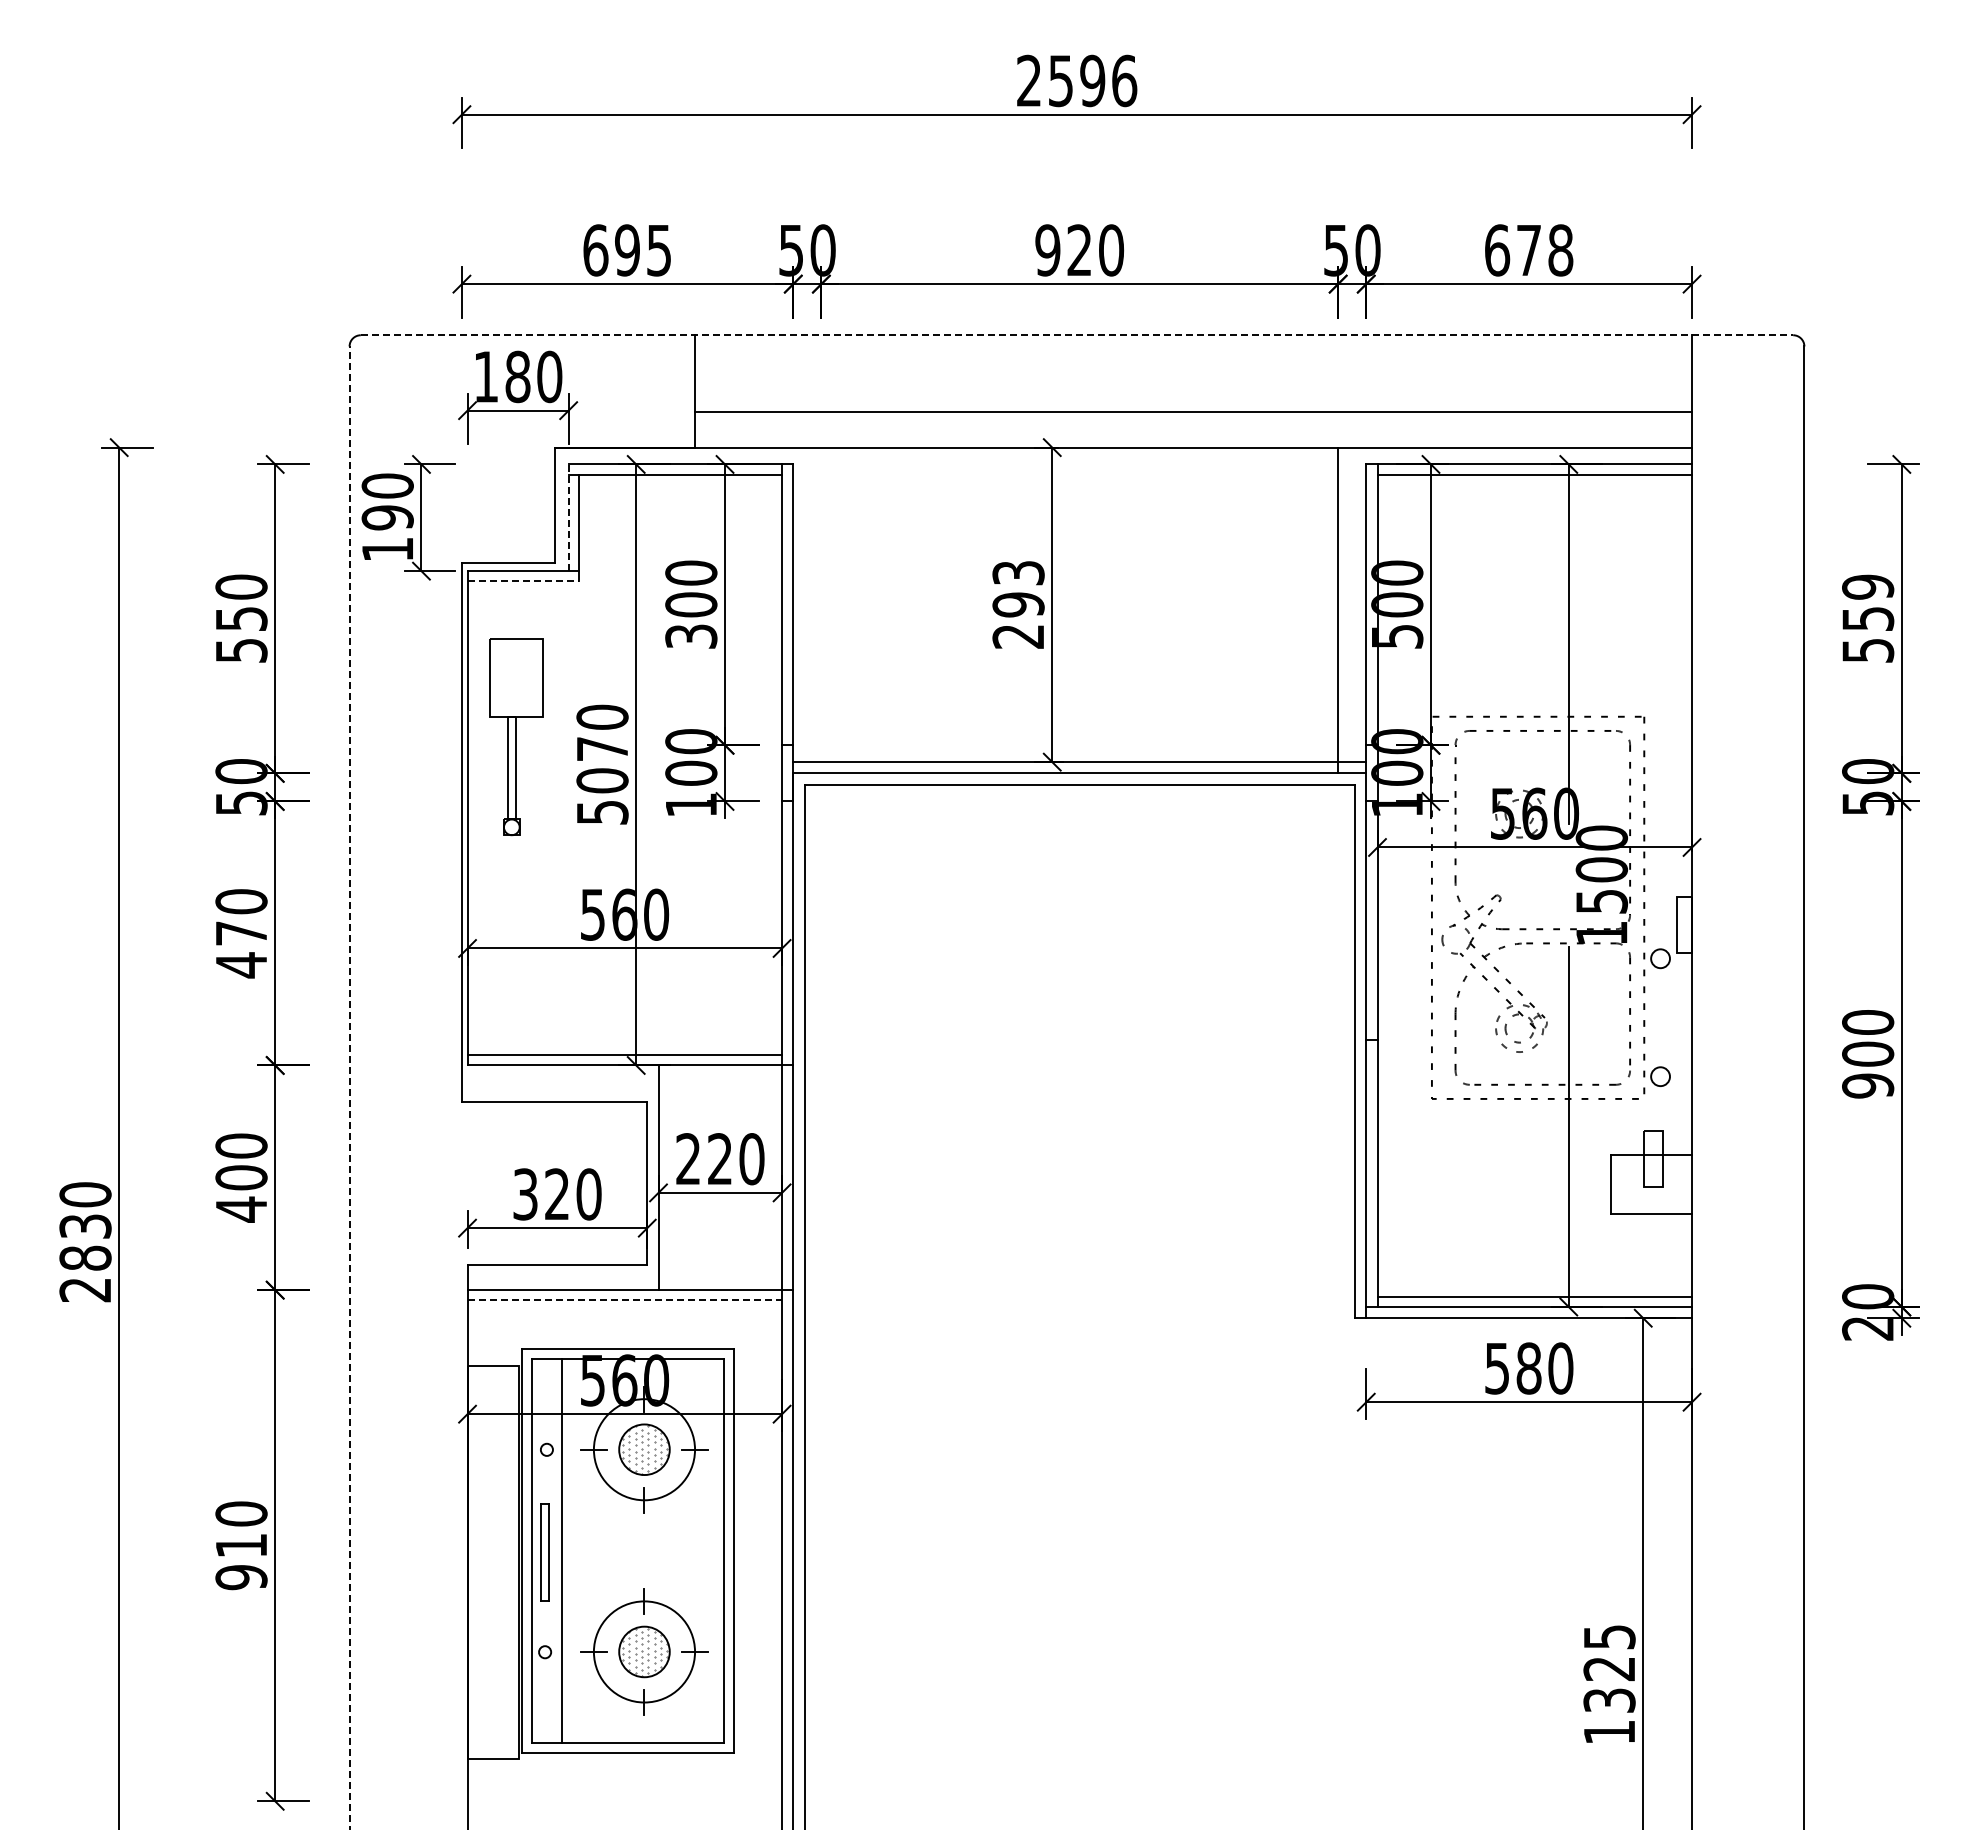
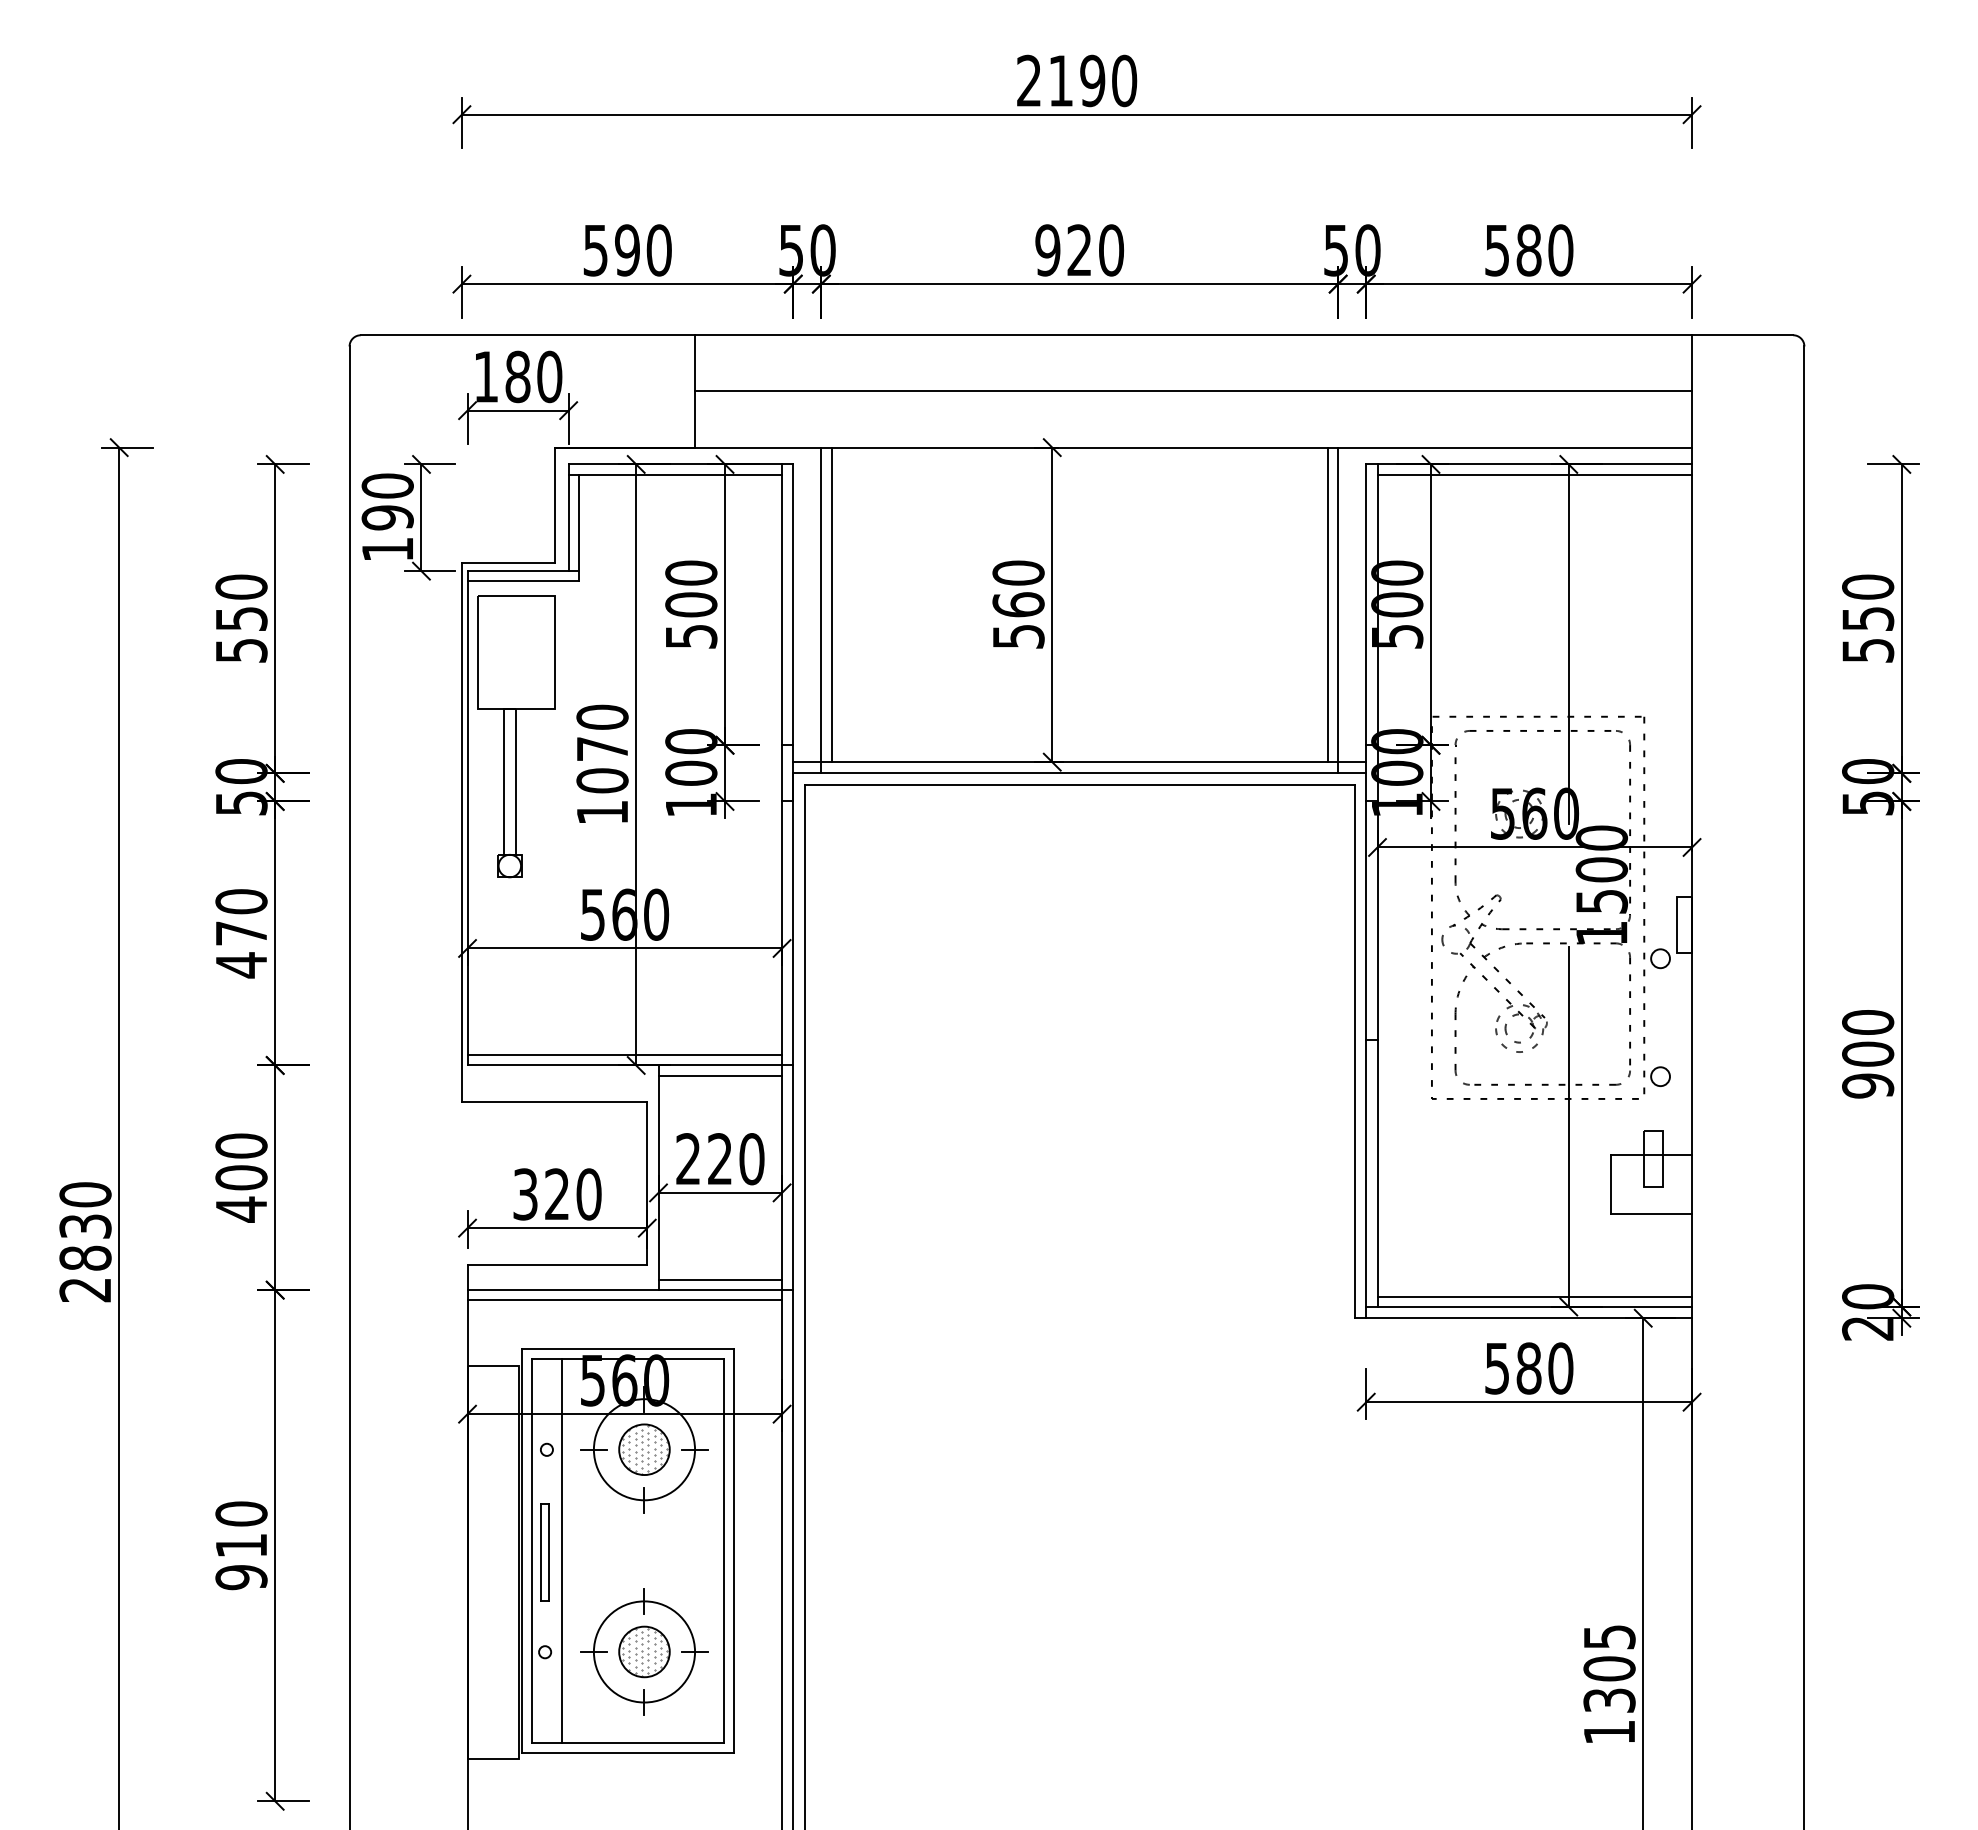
text at (1093, 80): 2596 -> 2190
text at (627, 250): 695 -> 590
text at (1529, 250): 678 -> 580
line at (1077, 335): dashed -> solid
line at (1193, 412) position: (1193, 412) -> (1193, 391)
line at (568, 517): dashed -> solid
line at (523, 581): dashed -> solid
text at (1868, 586): 559 -> 550
line at (831, 604): none -> present
text at (1018, 604): 293 -> 560
line at (1328, 604): none -> present
line at (821, 610): none -> present
text at (690, 636): 300 -> 500
part at (516, 737) size: 55x199 px -> 79x284 px
text at (602, 812): 5070 -> 1070
line at (720, 1075): none -> present
line at (349, 1087): dashed -> solid
line at (720, 1280): none -> present
line at (625, 1300): dashed -> solid
text at (1609, 1668): 1325 -> 1305
